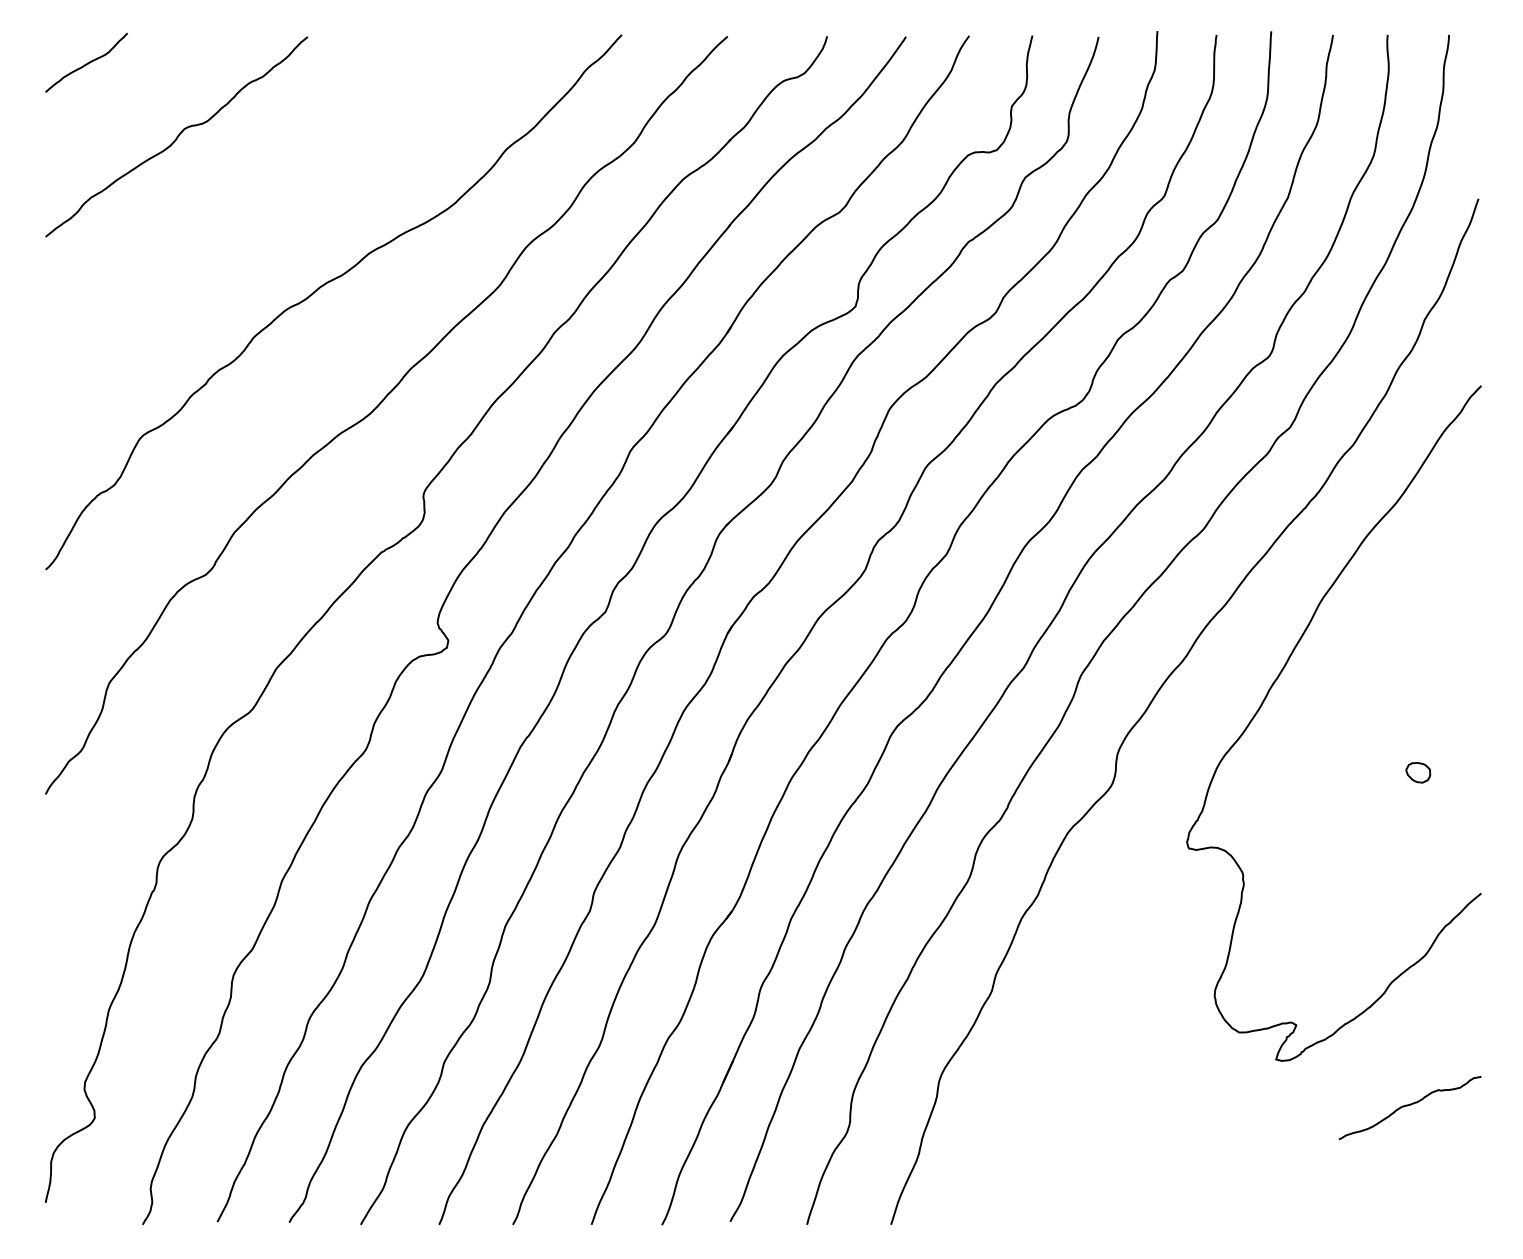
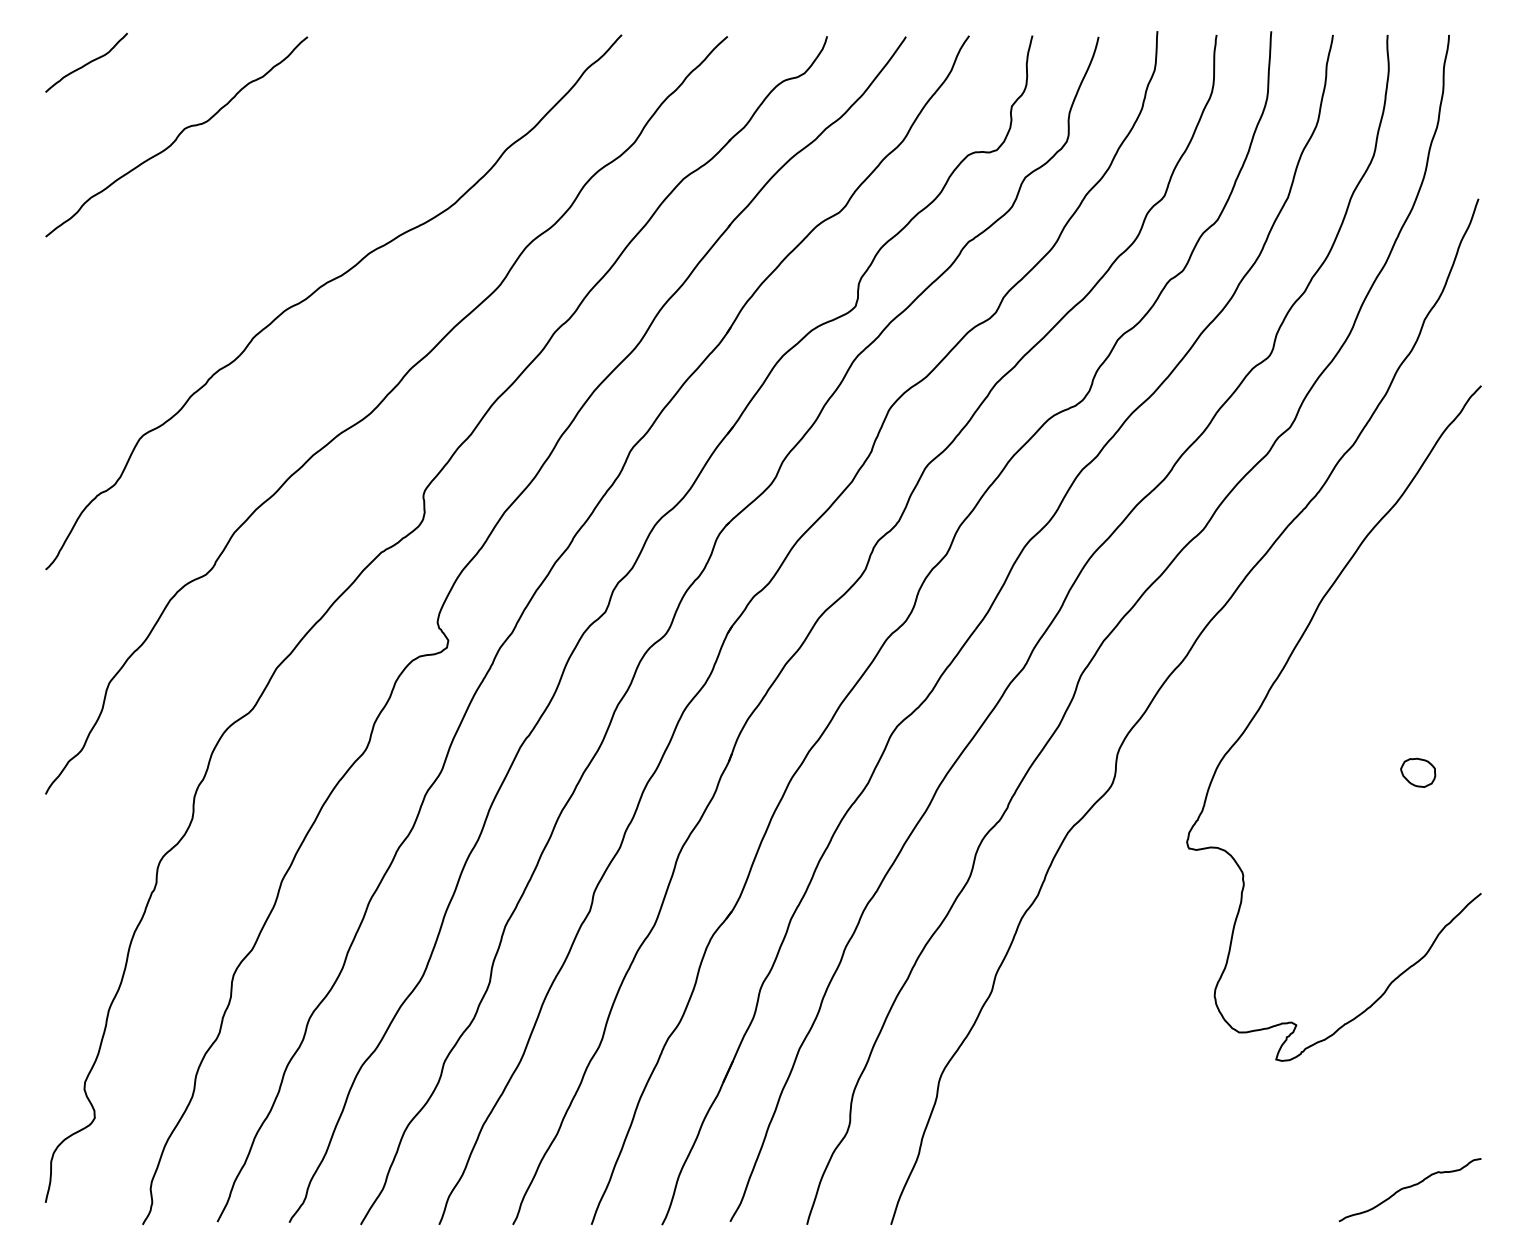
part at (1418, 772) size: 27x22 px -> 37x31 px
curve at (1408, 1106) position: (1408, 1106) -> (1408, 1188)
